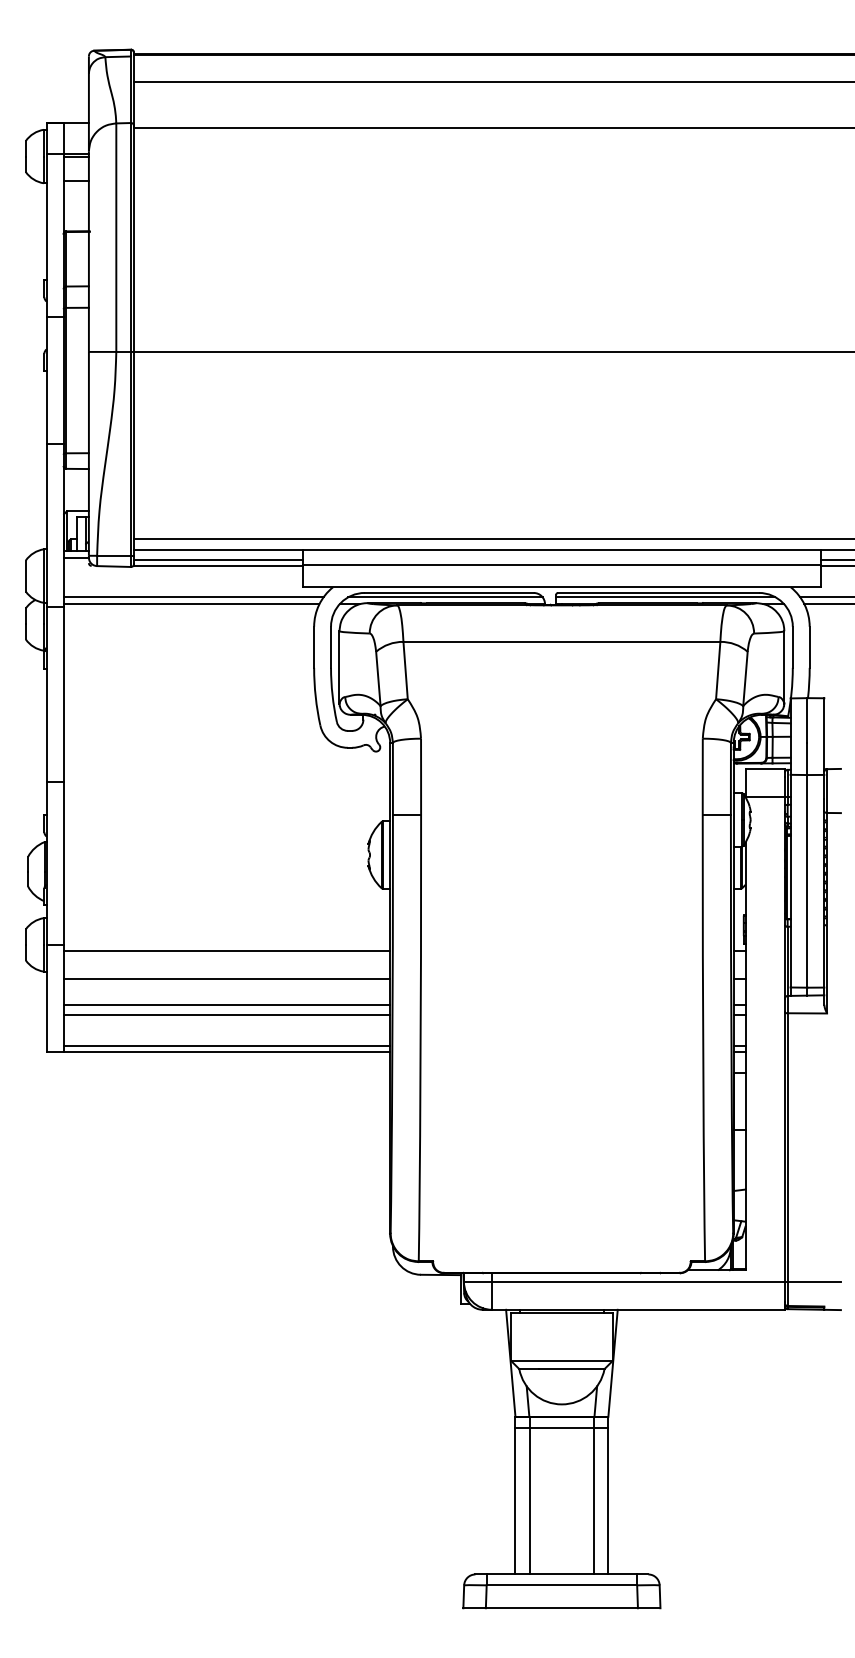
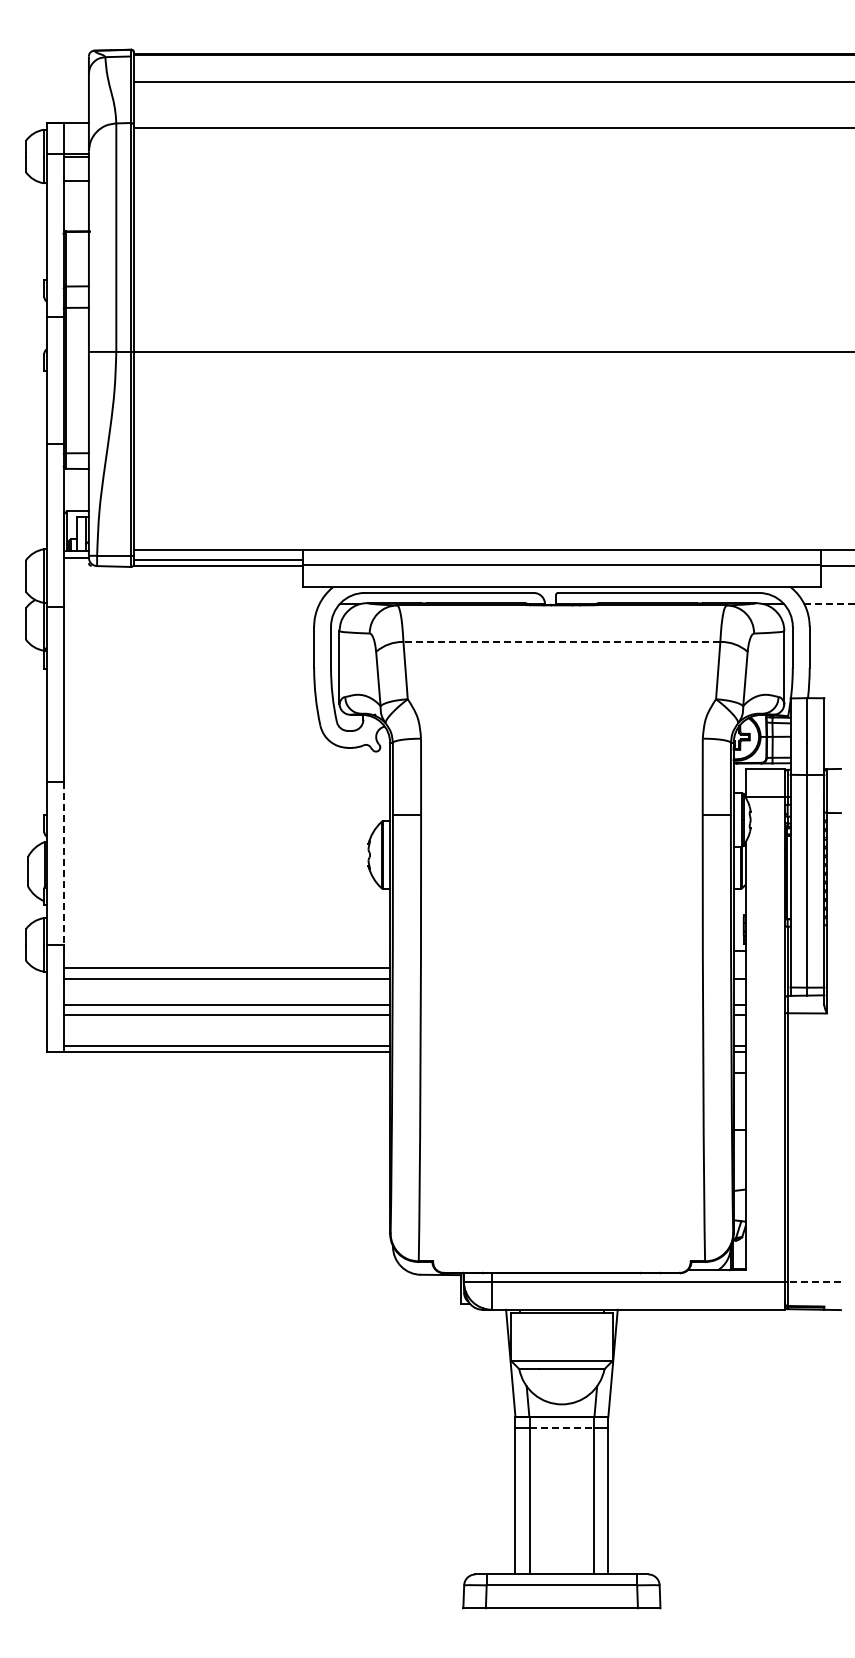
line at (492, 538): present -> none
line at (835, 560): present -> none
line at (193, 597): present -> none
line at (445, 597): present -> none
line at (665, 597): present -> none
line at (825, 597): present -> none
line at (191, 604): present -> none
line at (829, 604): solid -> dashed
line at (561, 641): solid -> dashed
line at (63, 863): solid -> dashed
line at (226, 950) position: (226, 950) -> (226, 967)
line at (814, 1281): solid -> dashed
line at (562, 1428): solid -> dashed
